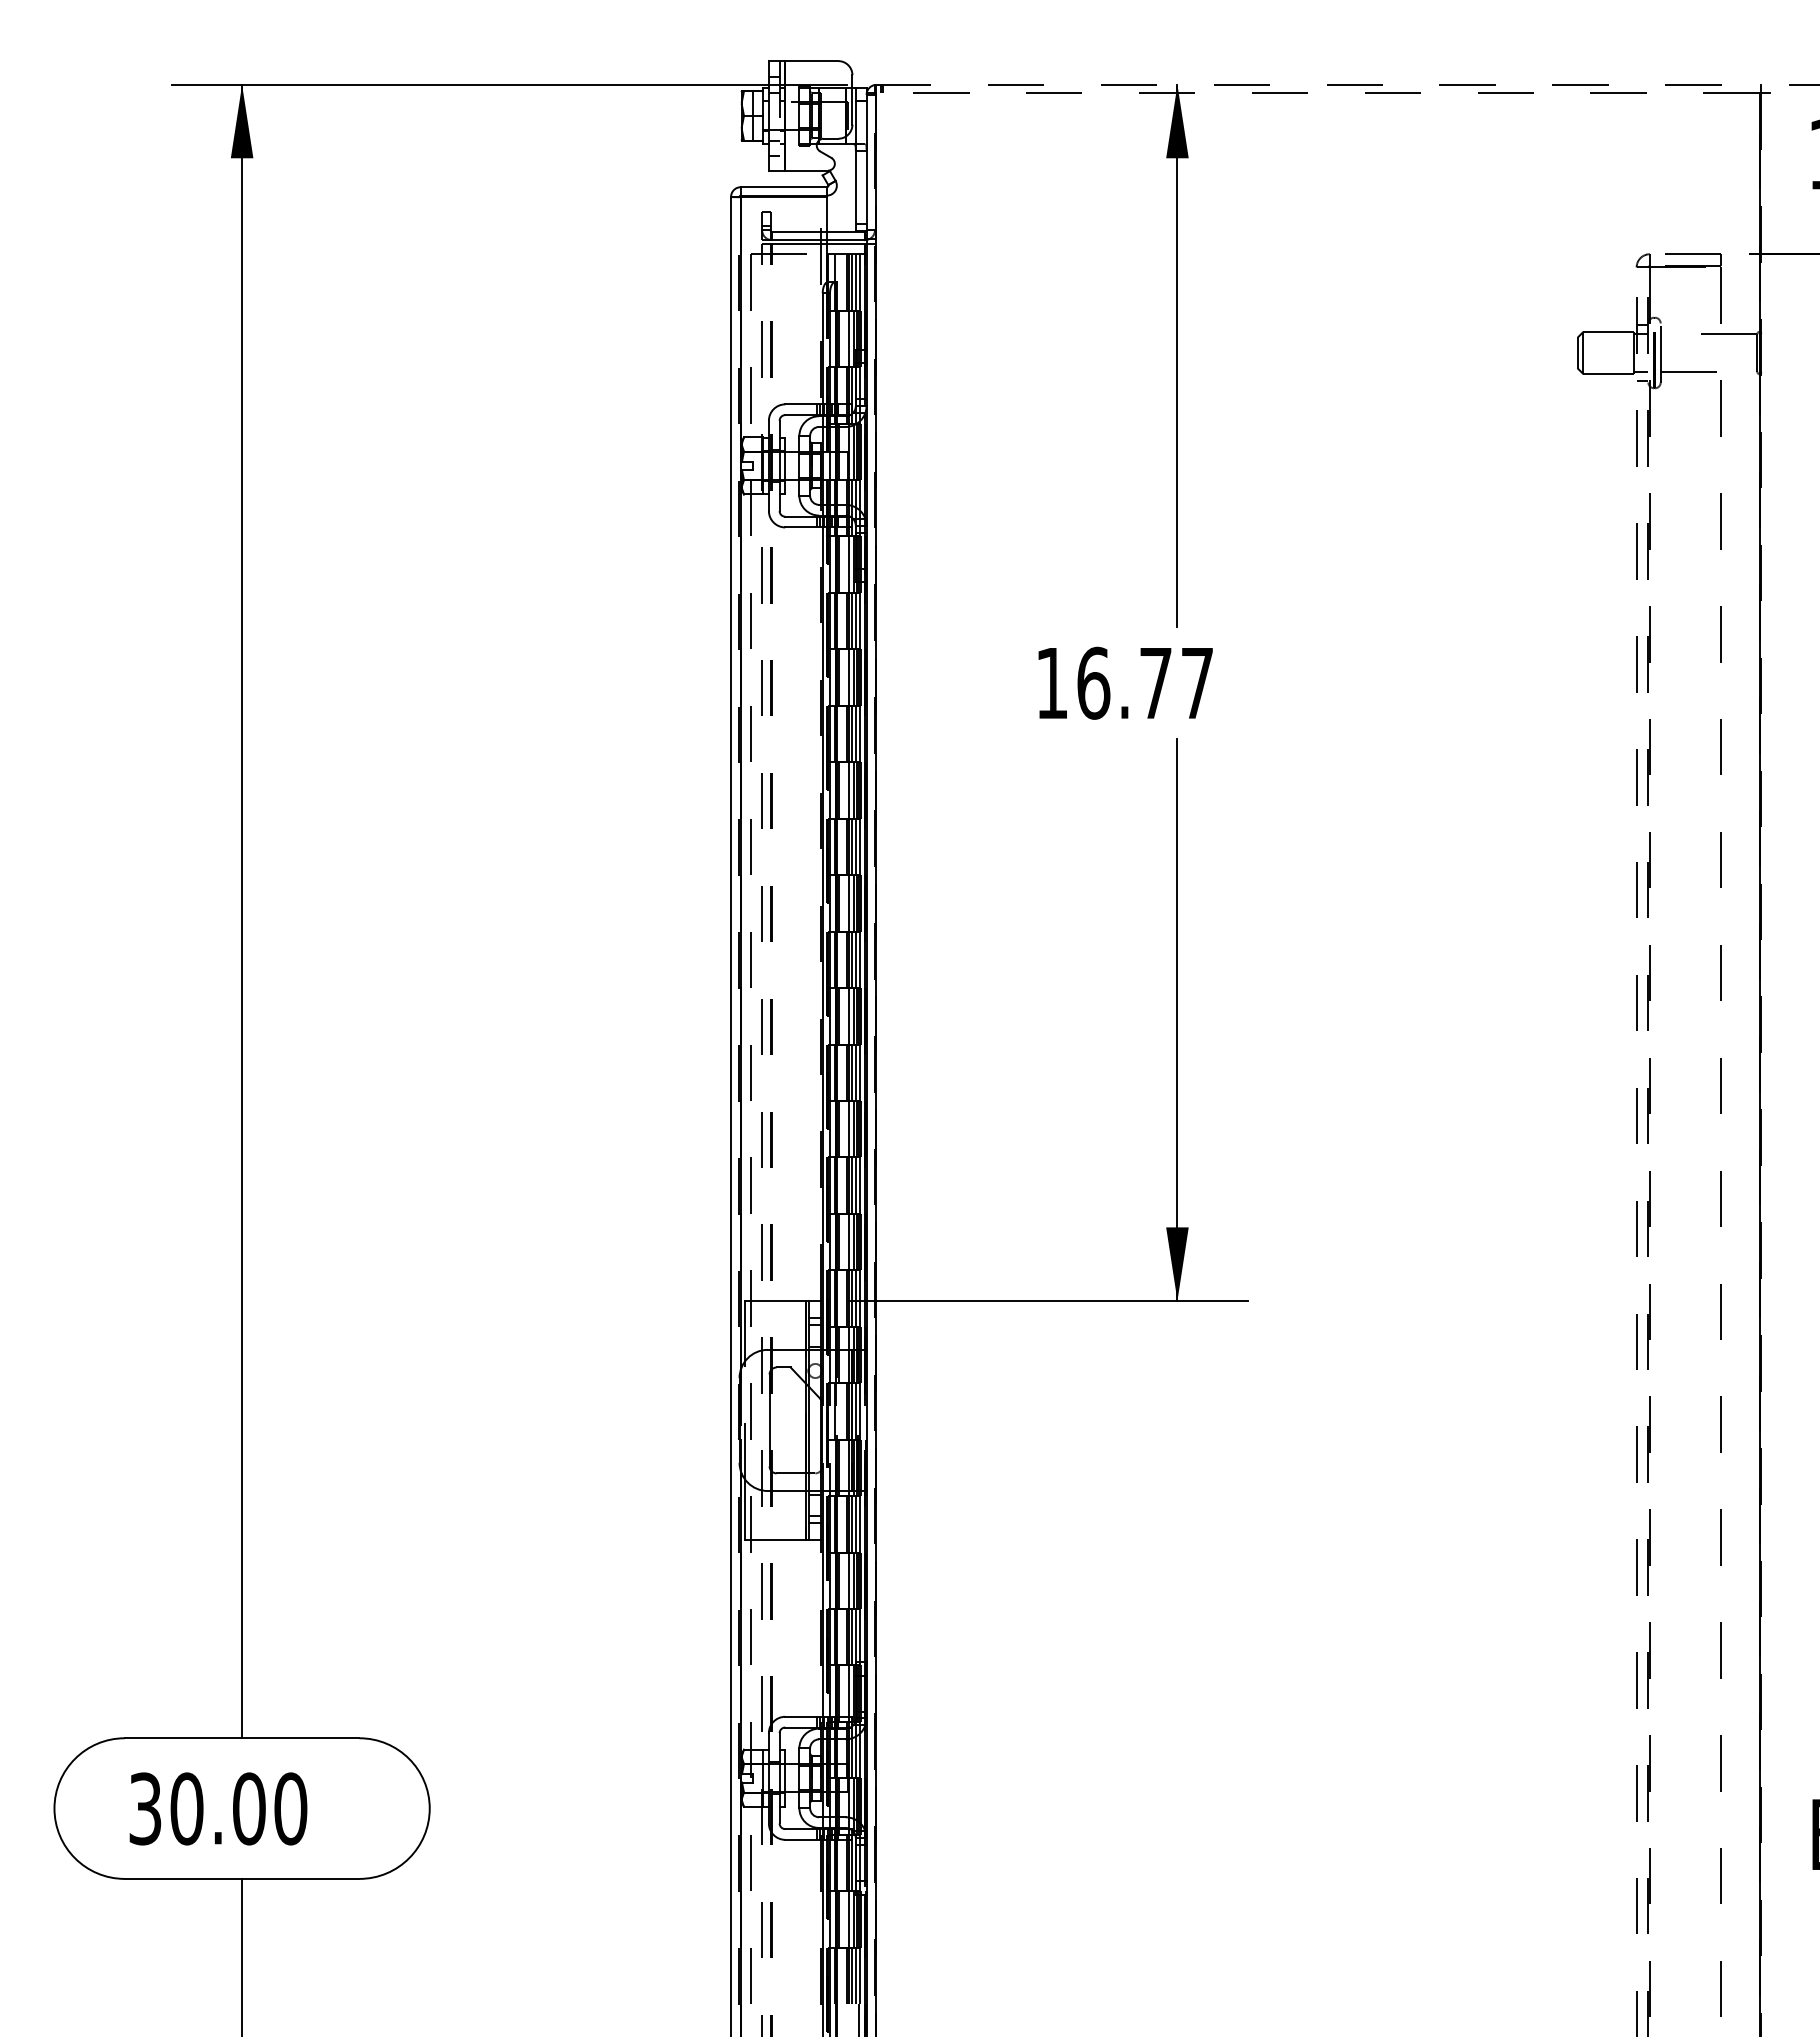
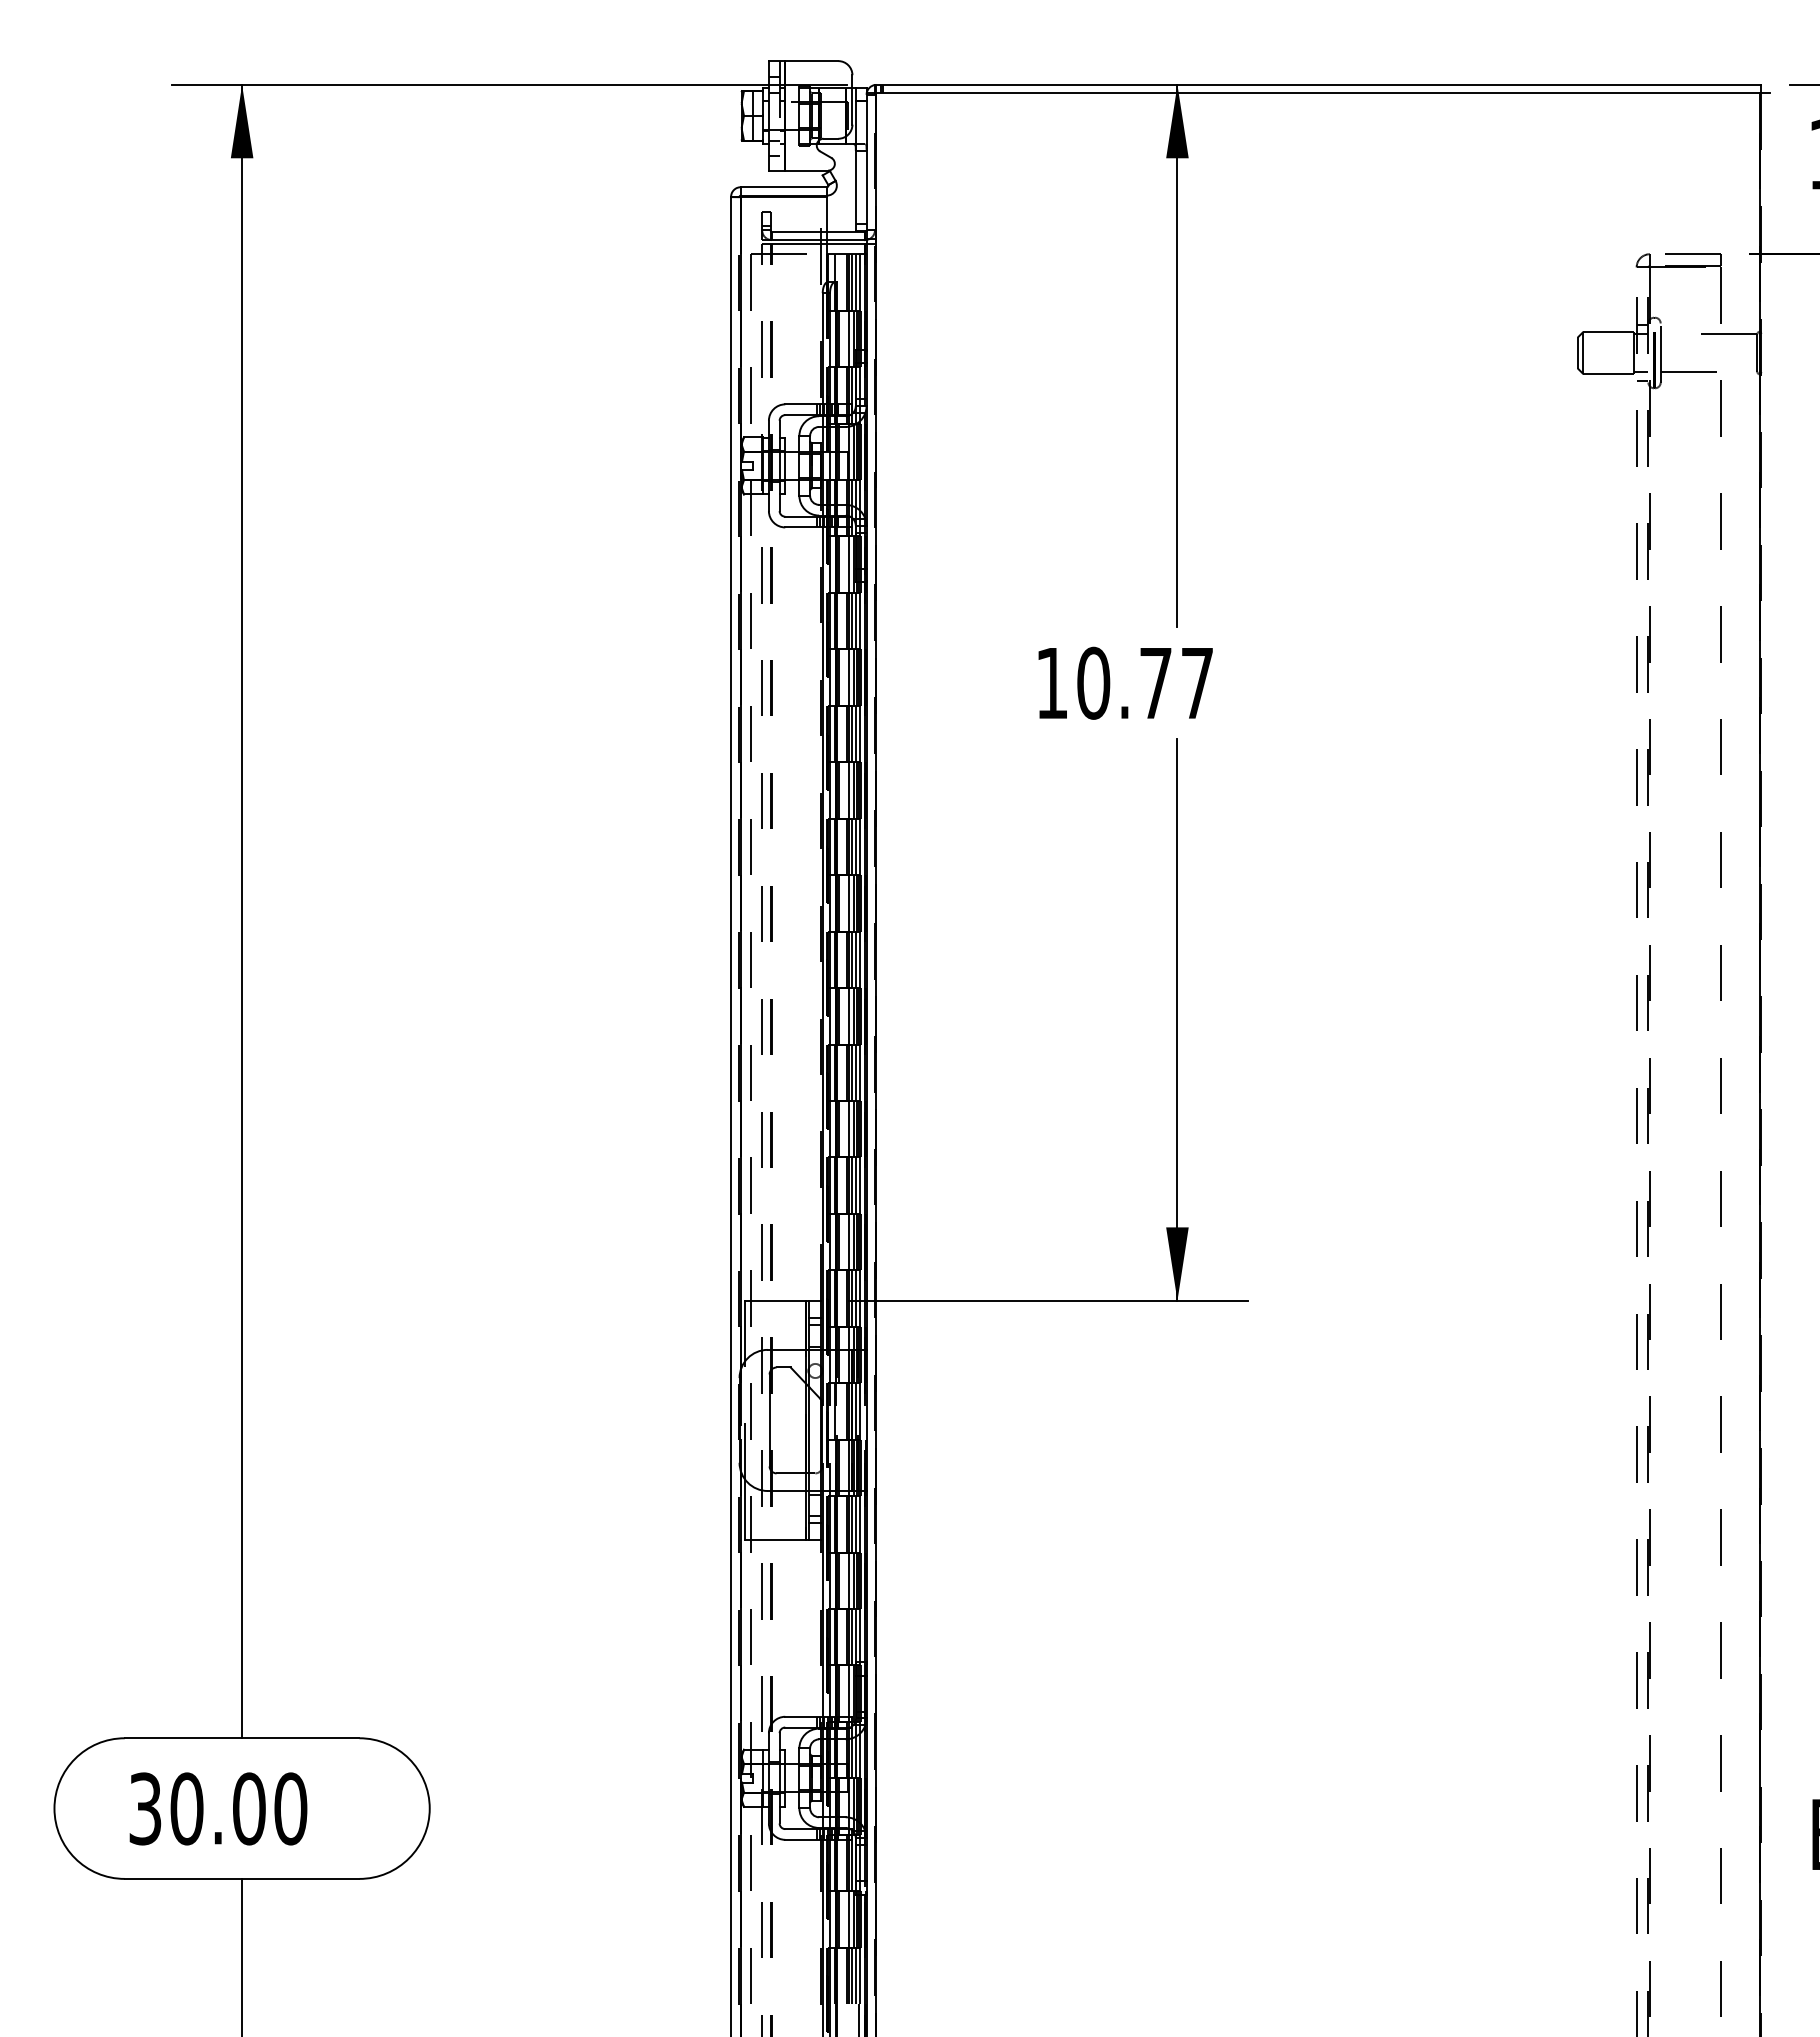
line at (1318, 84): dashed -> solid
line at (1318, 93): dashed -> solid
text at (1093, 682): 16.77 -> 10.77
